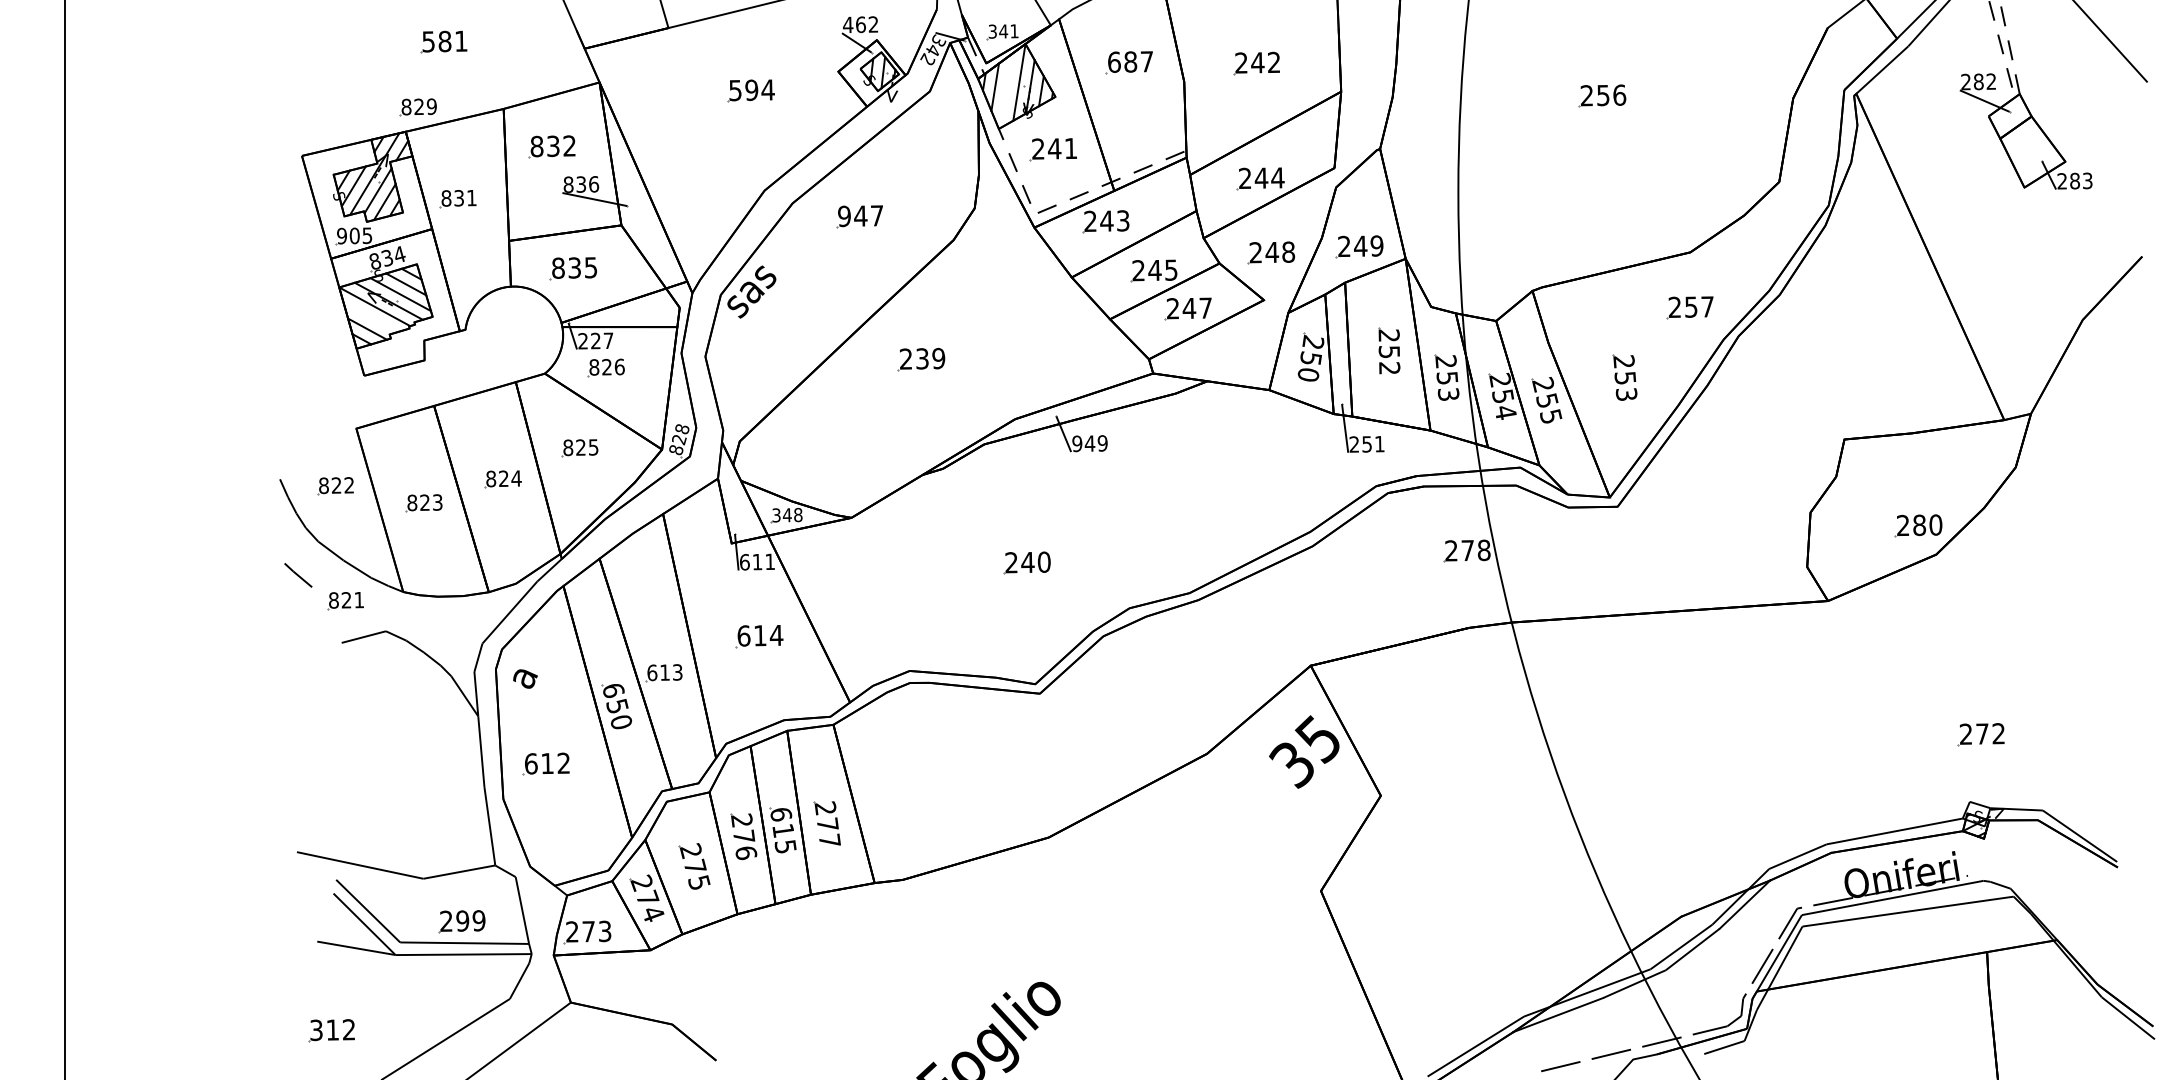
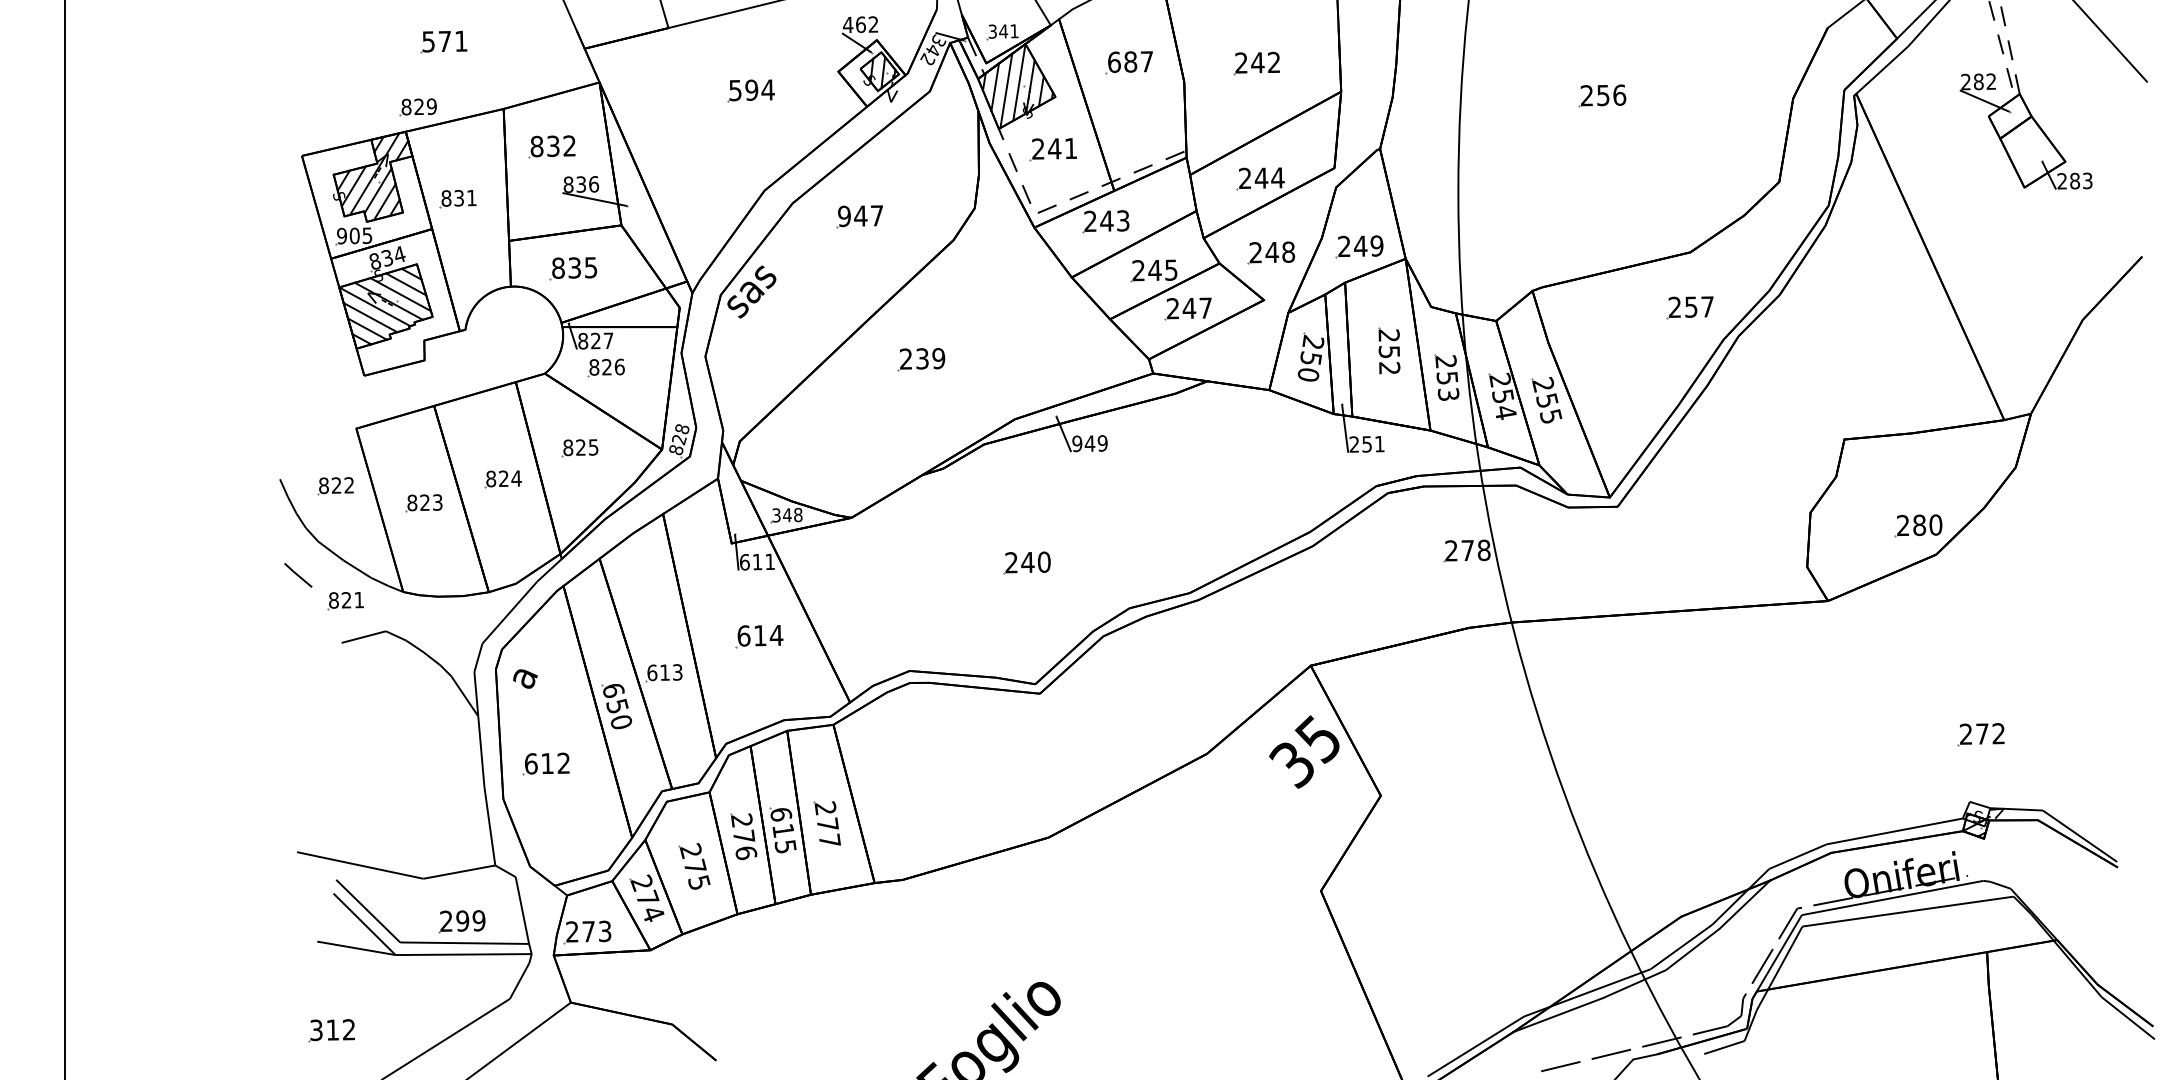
text at (444, 41): 581 -> 571
line at (1006, 90): none -> present
line at (370, 317): none -> present
text at (583, 341): 227 -> 827
part at (1624, 377): present -> none
